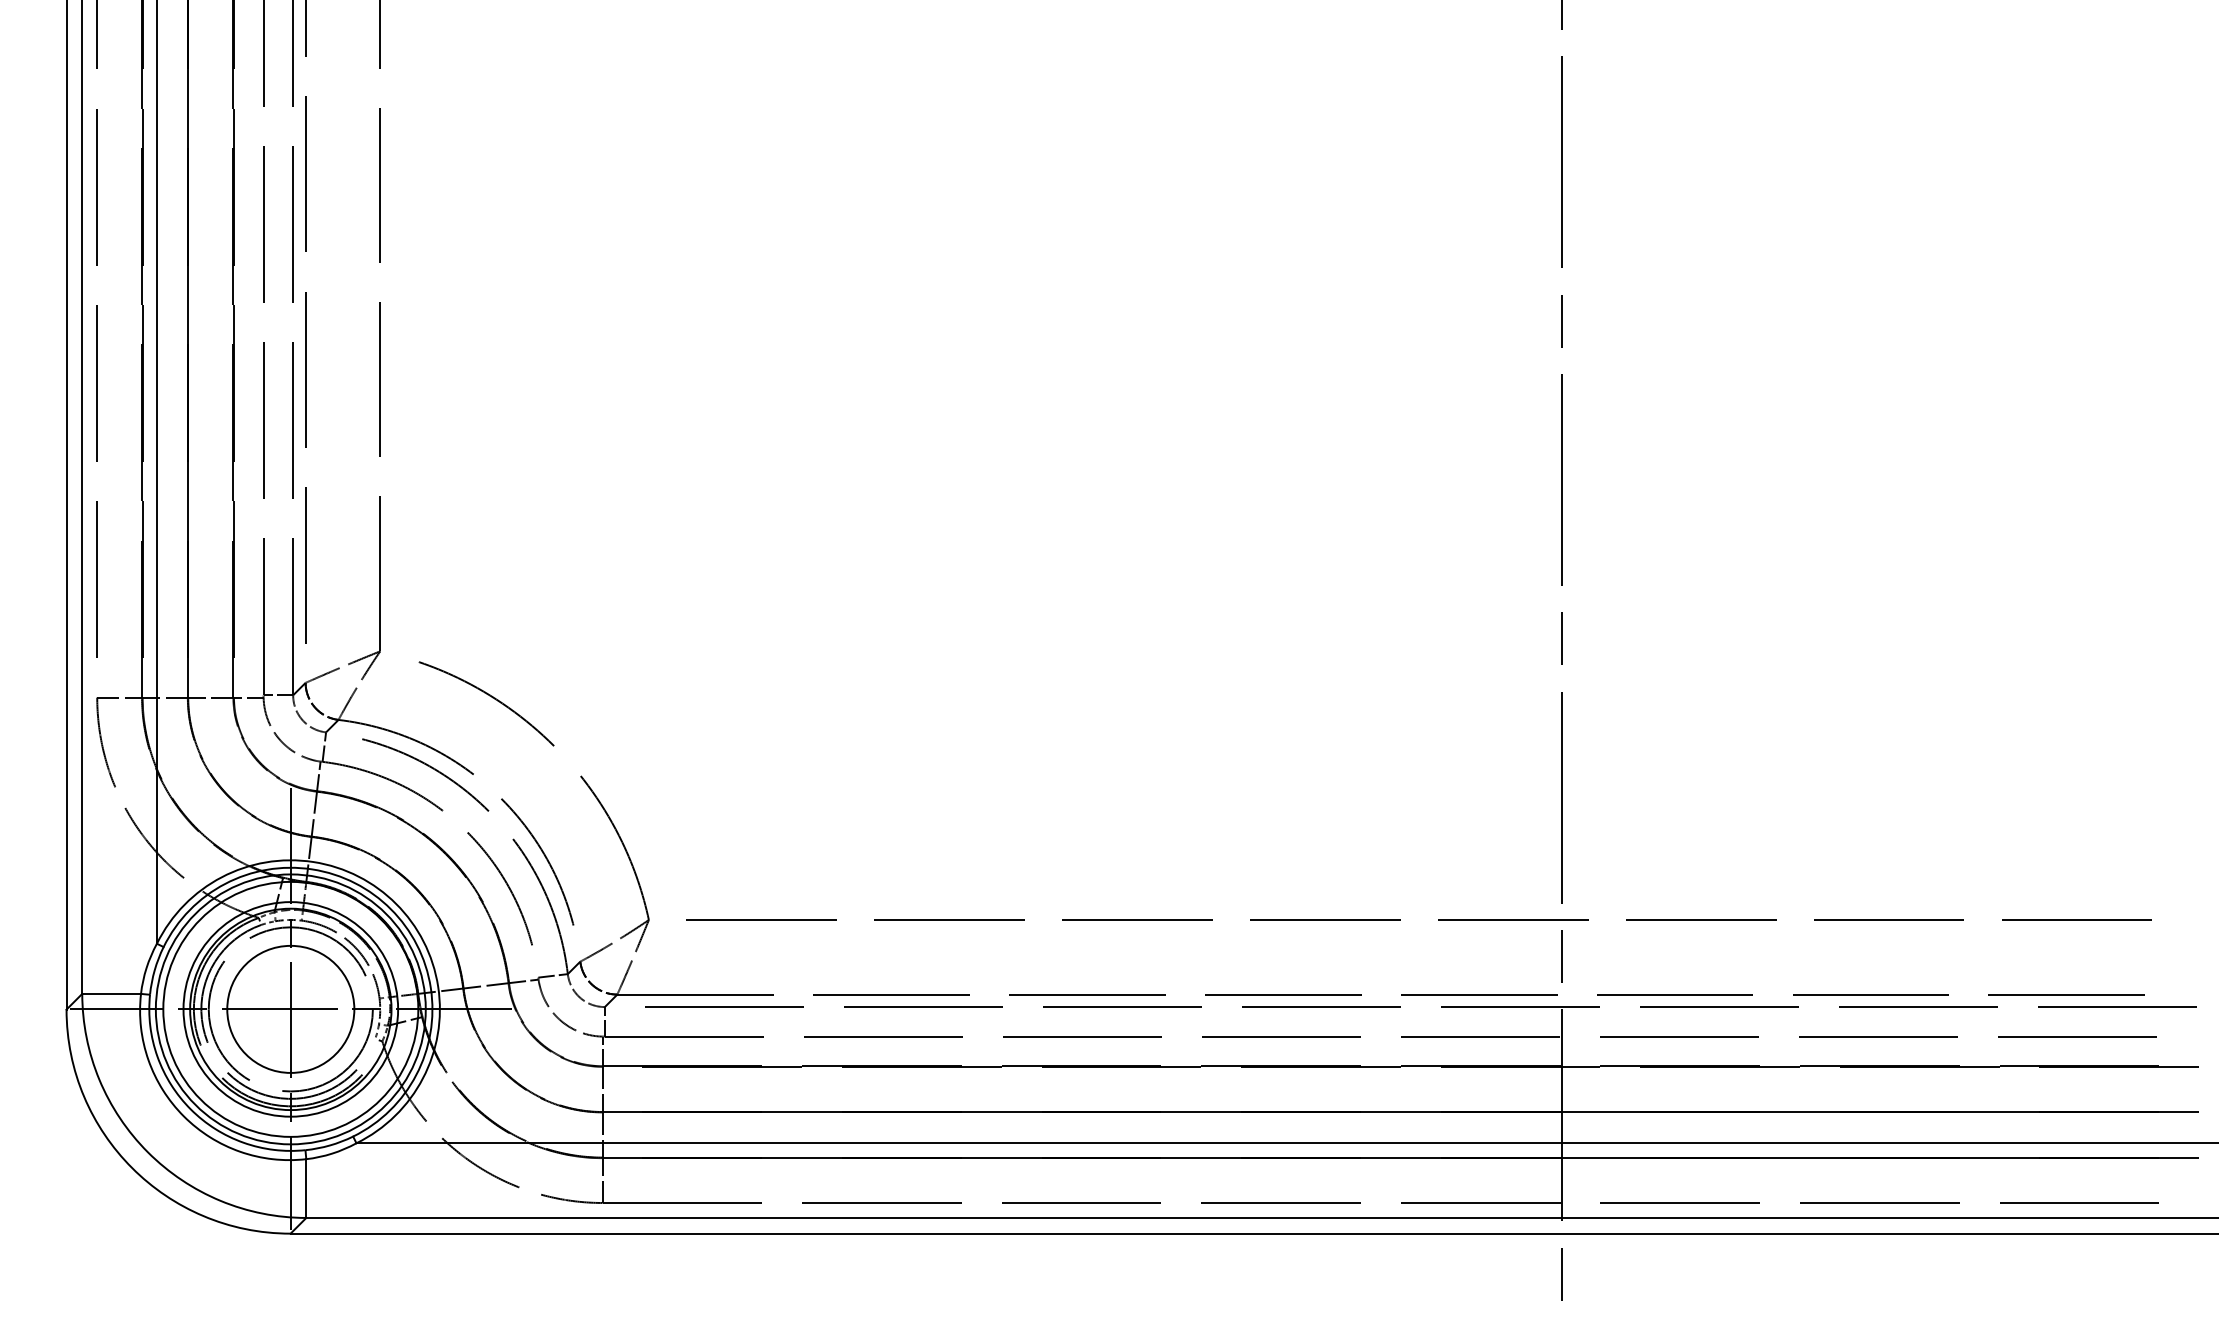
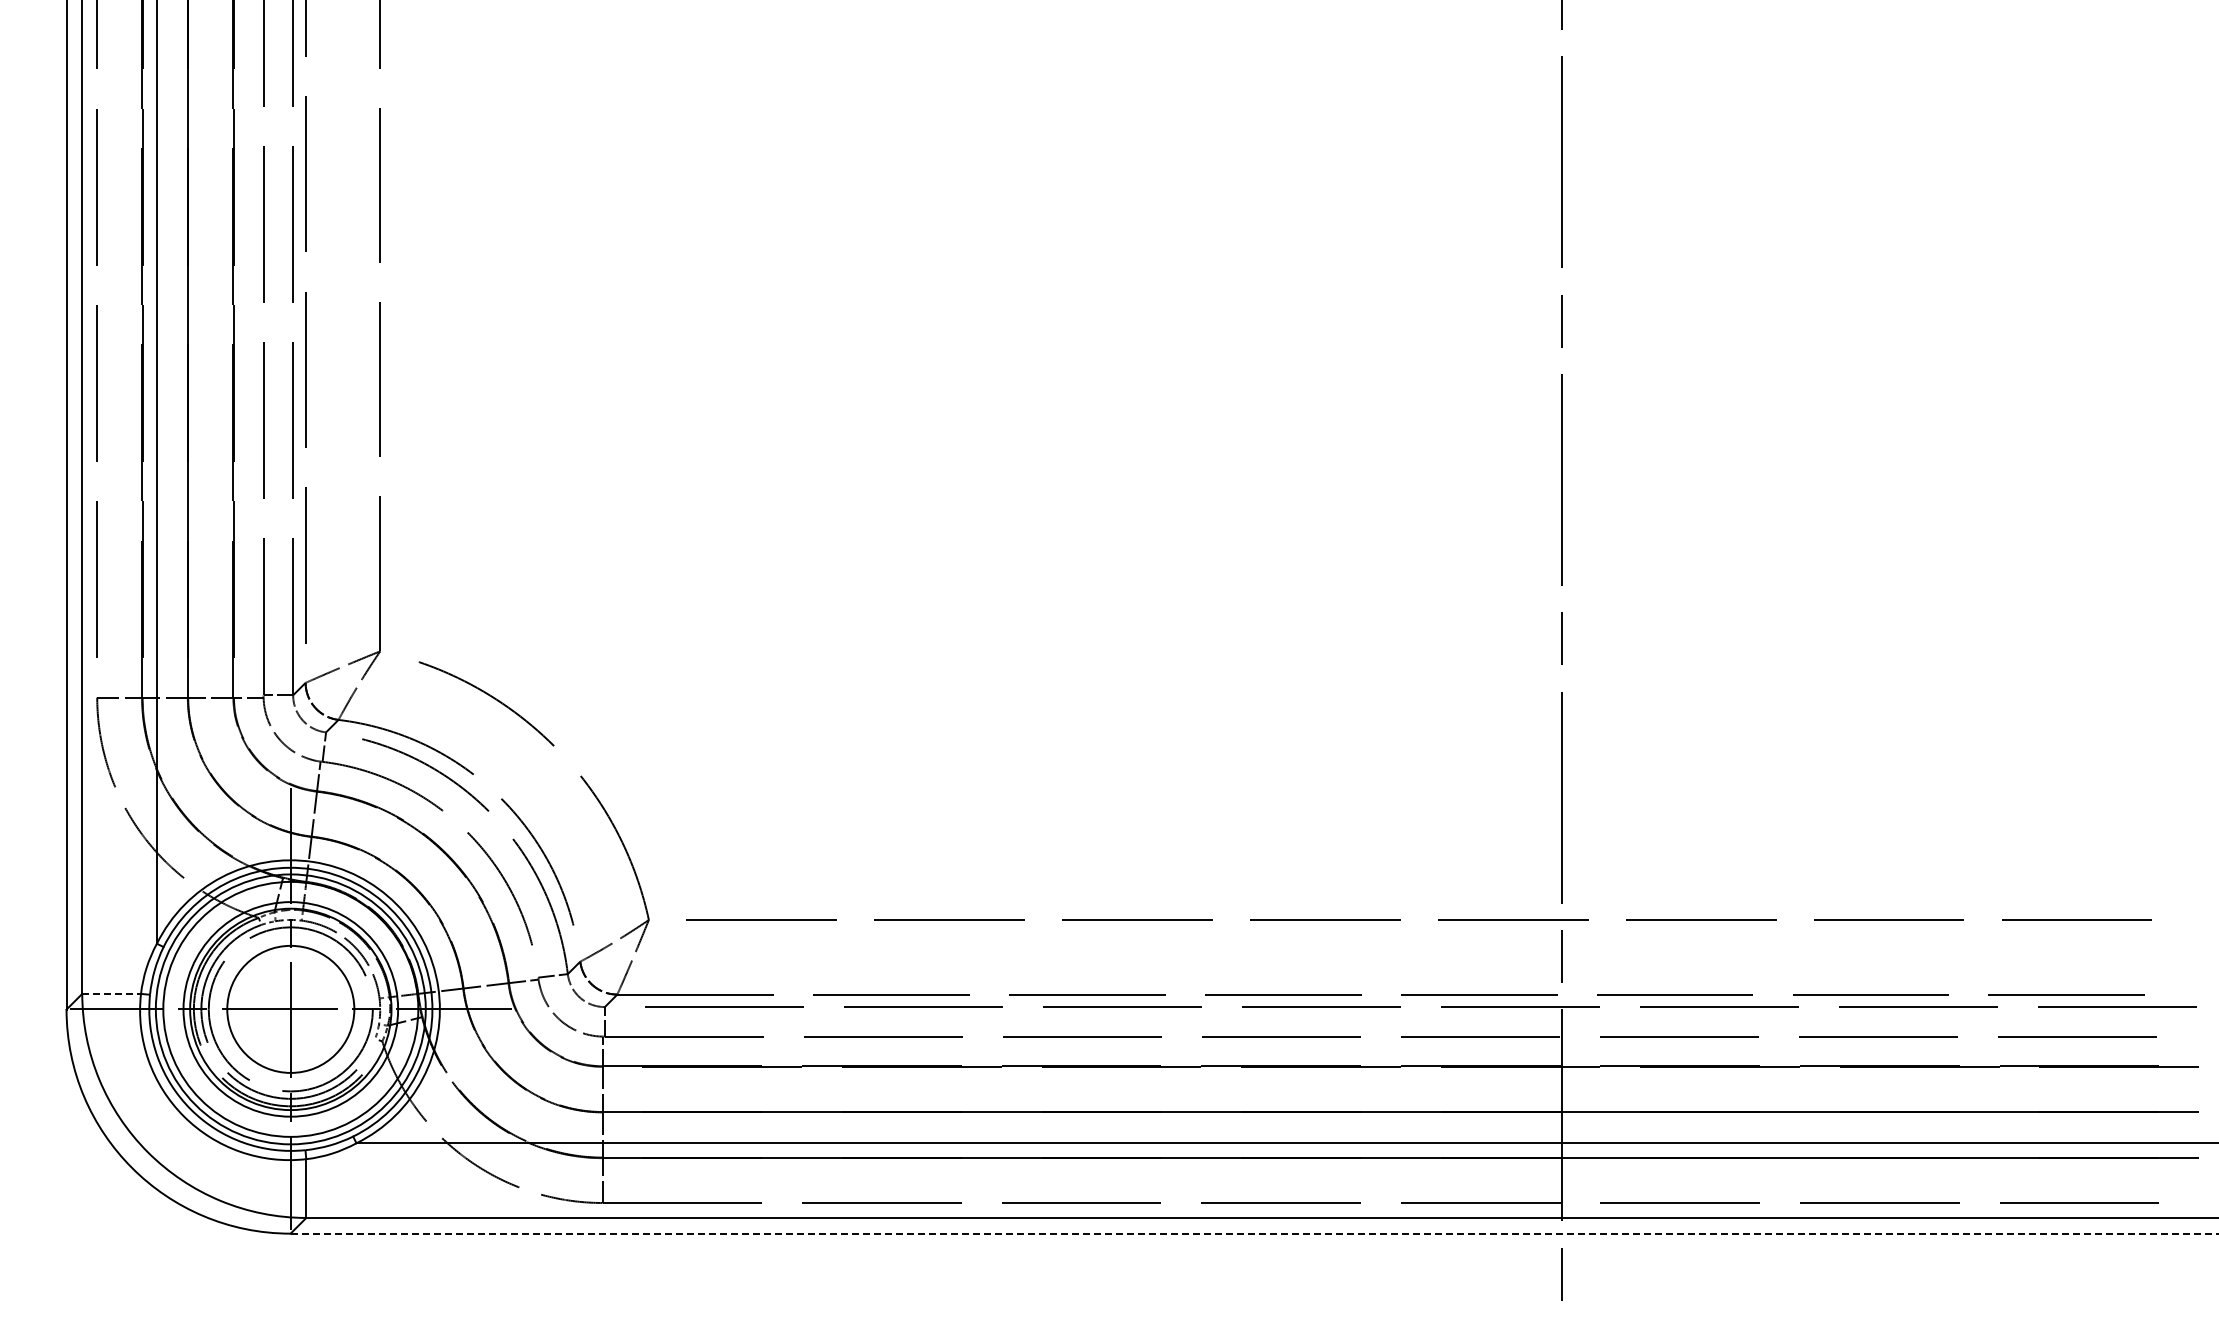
line at (112, 993): solid -> dashed
line at (1254, 1233): solid -> dashed
